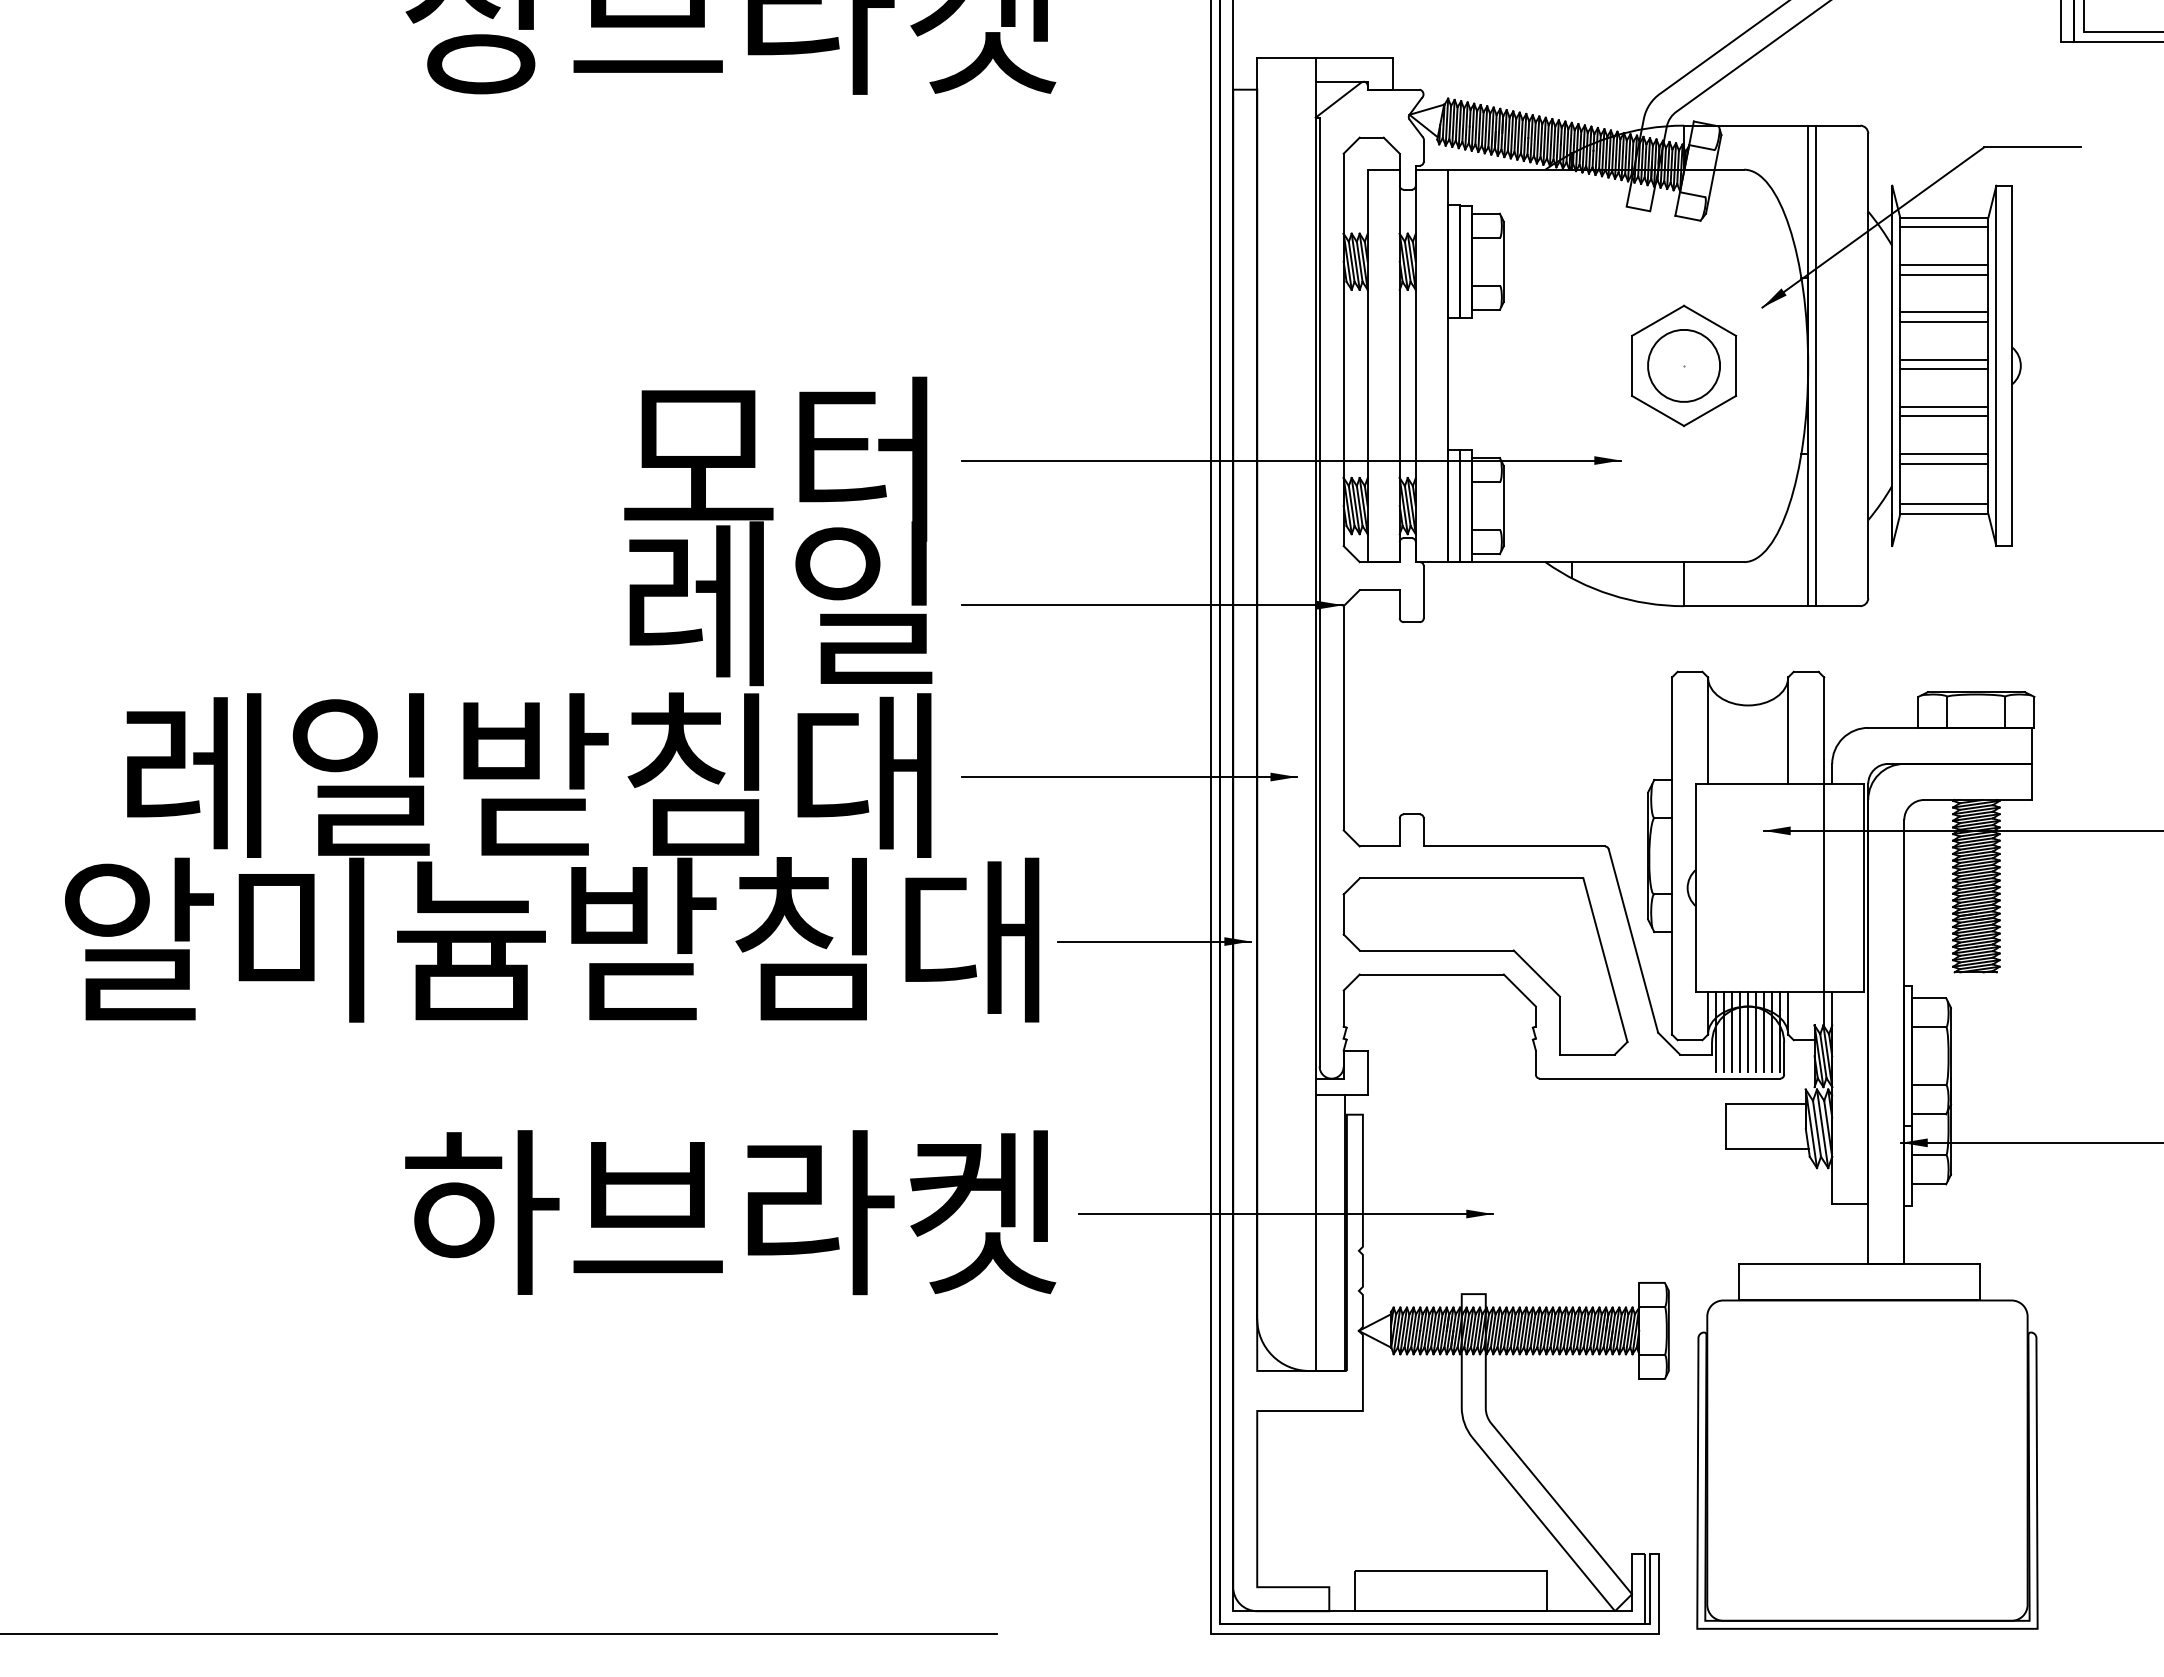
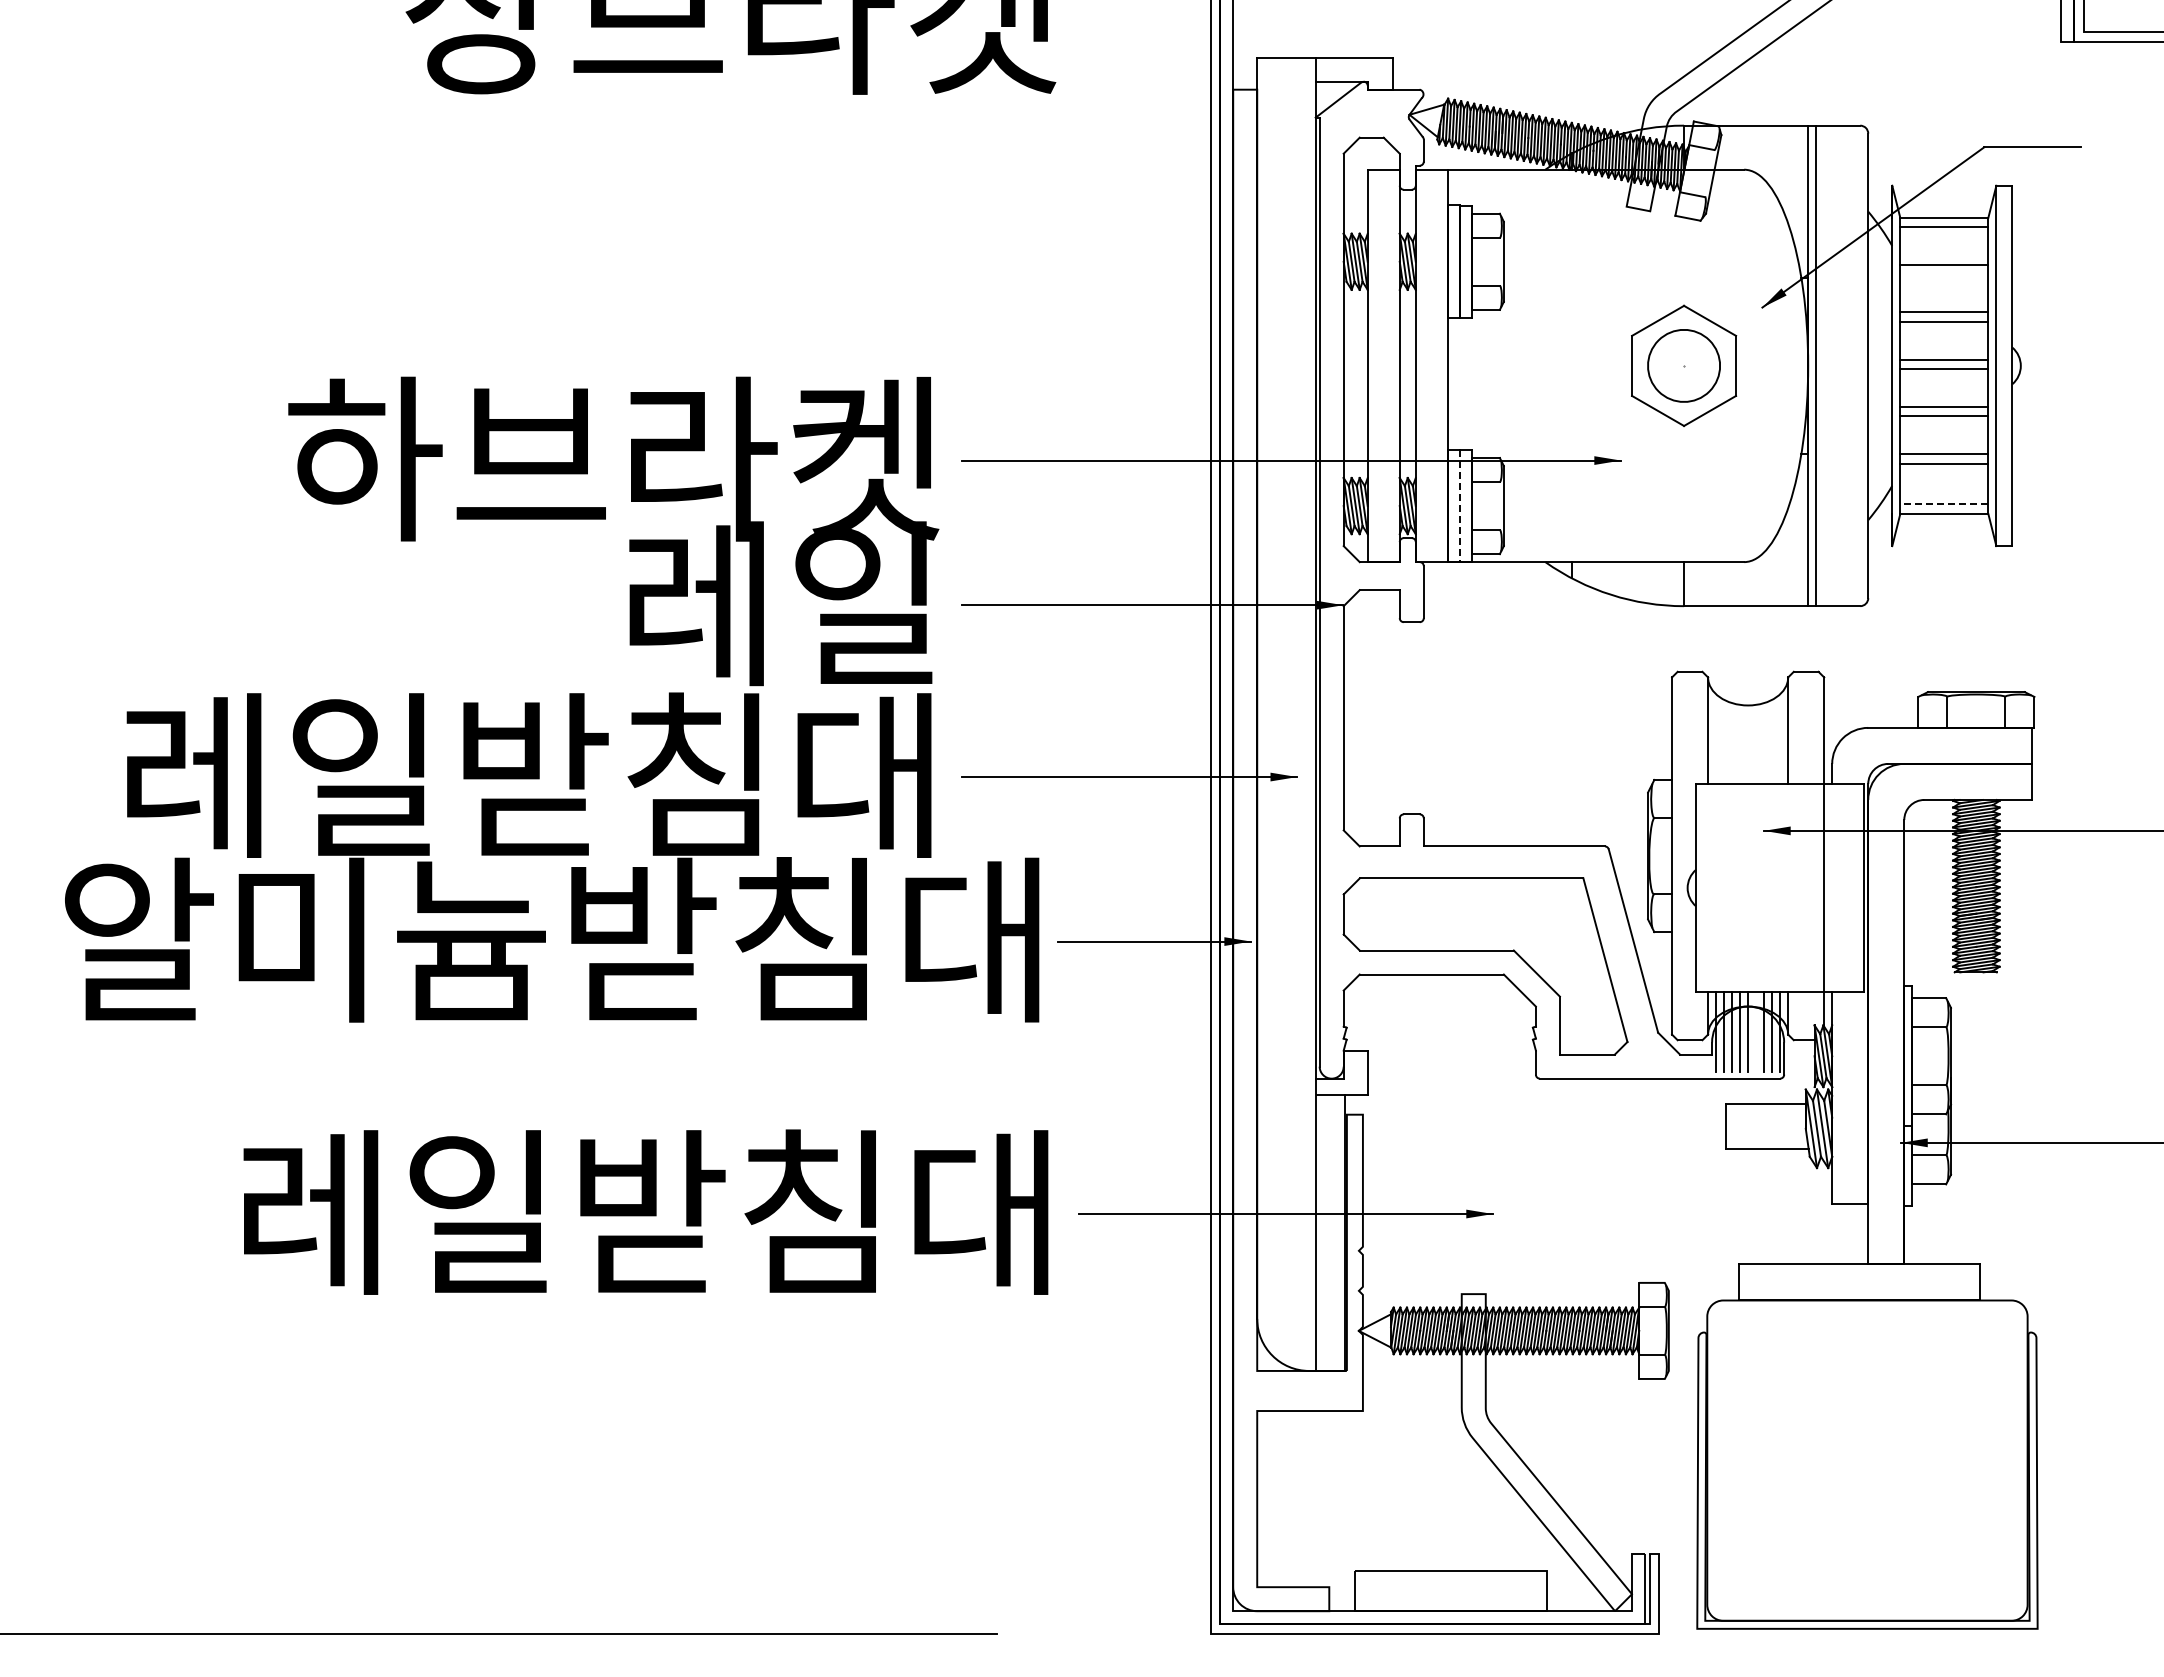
line at (1944, 274): present -> none
text at (613, 458): 모터 -> 하브라켓
line at (1943, 504): solid -> dashed
line at (1459, 506): solid -> dashed
line at (1756, 1032): present -> none
text at (649, 1212): 하브라켓 -> 레일받침대
